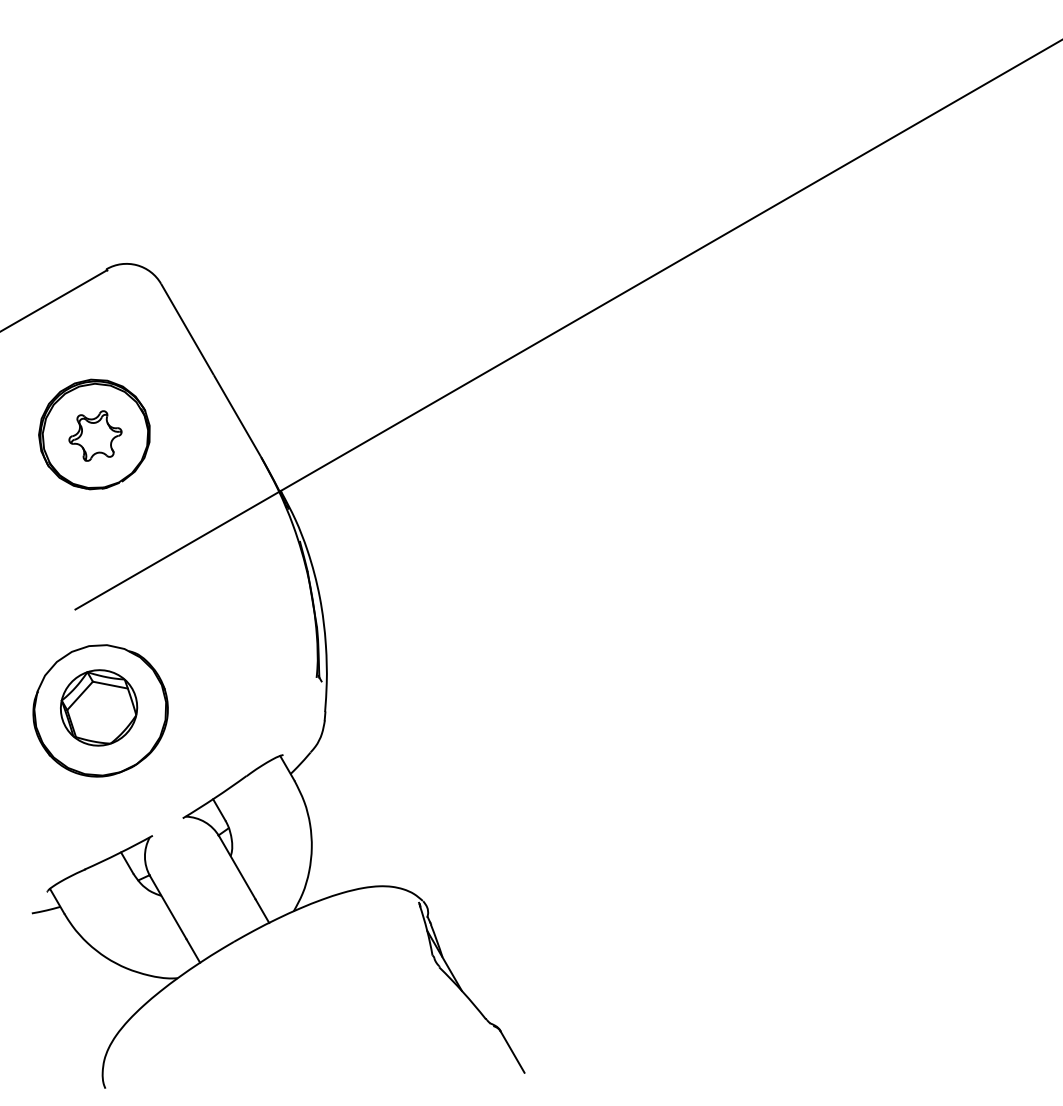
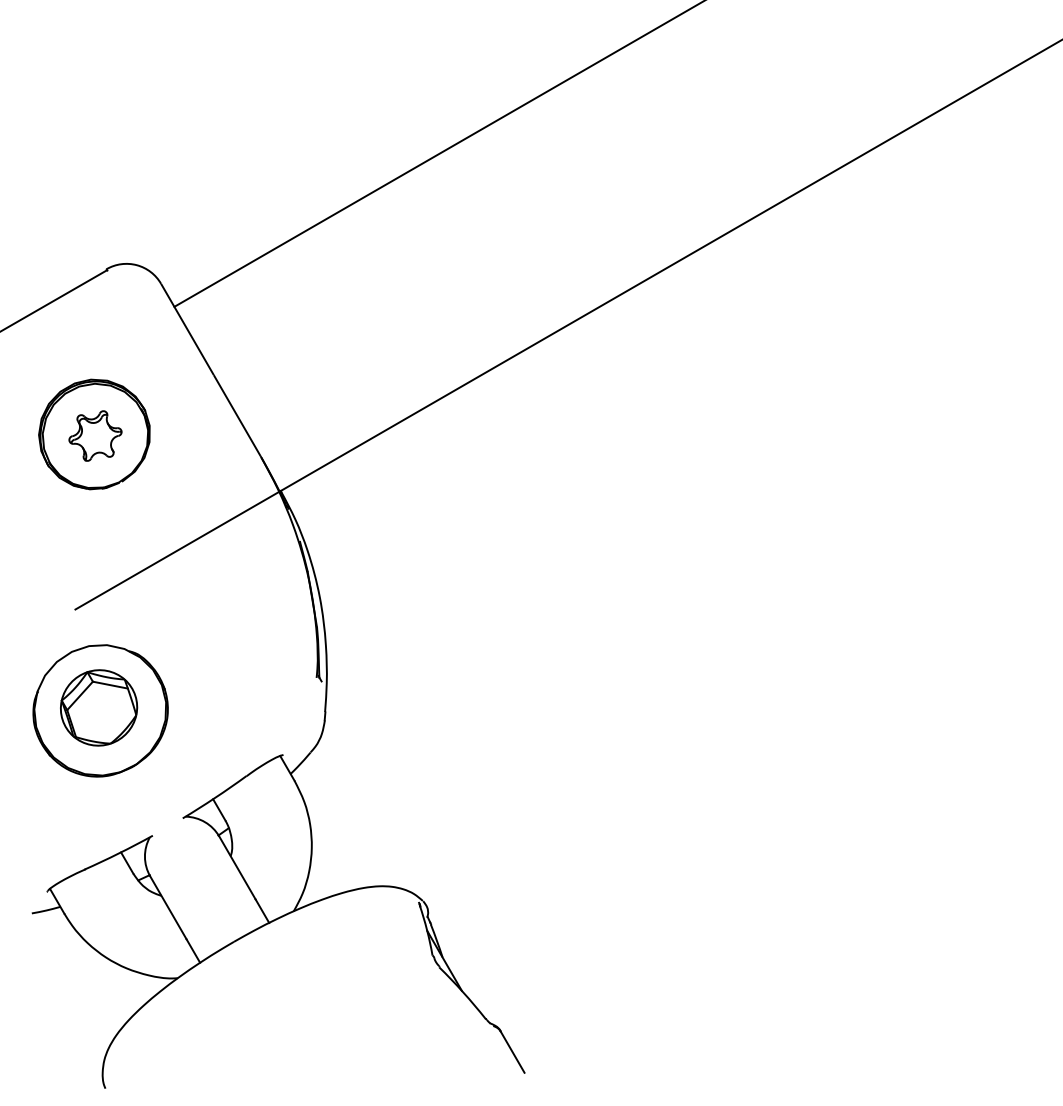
line at (437, 154): none -> present
